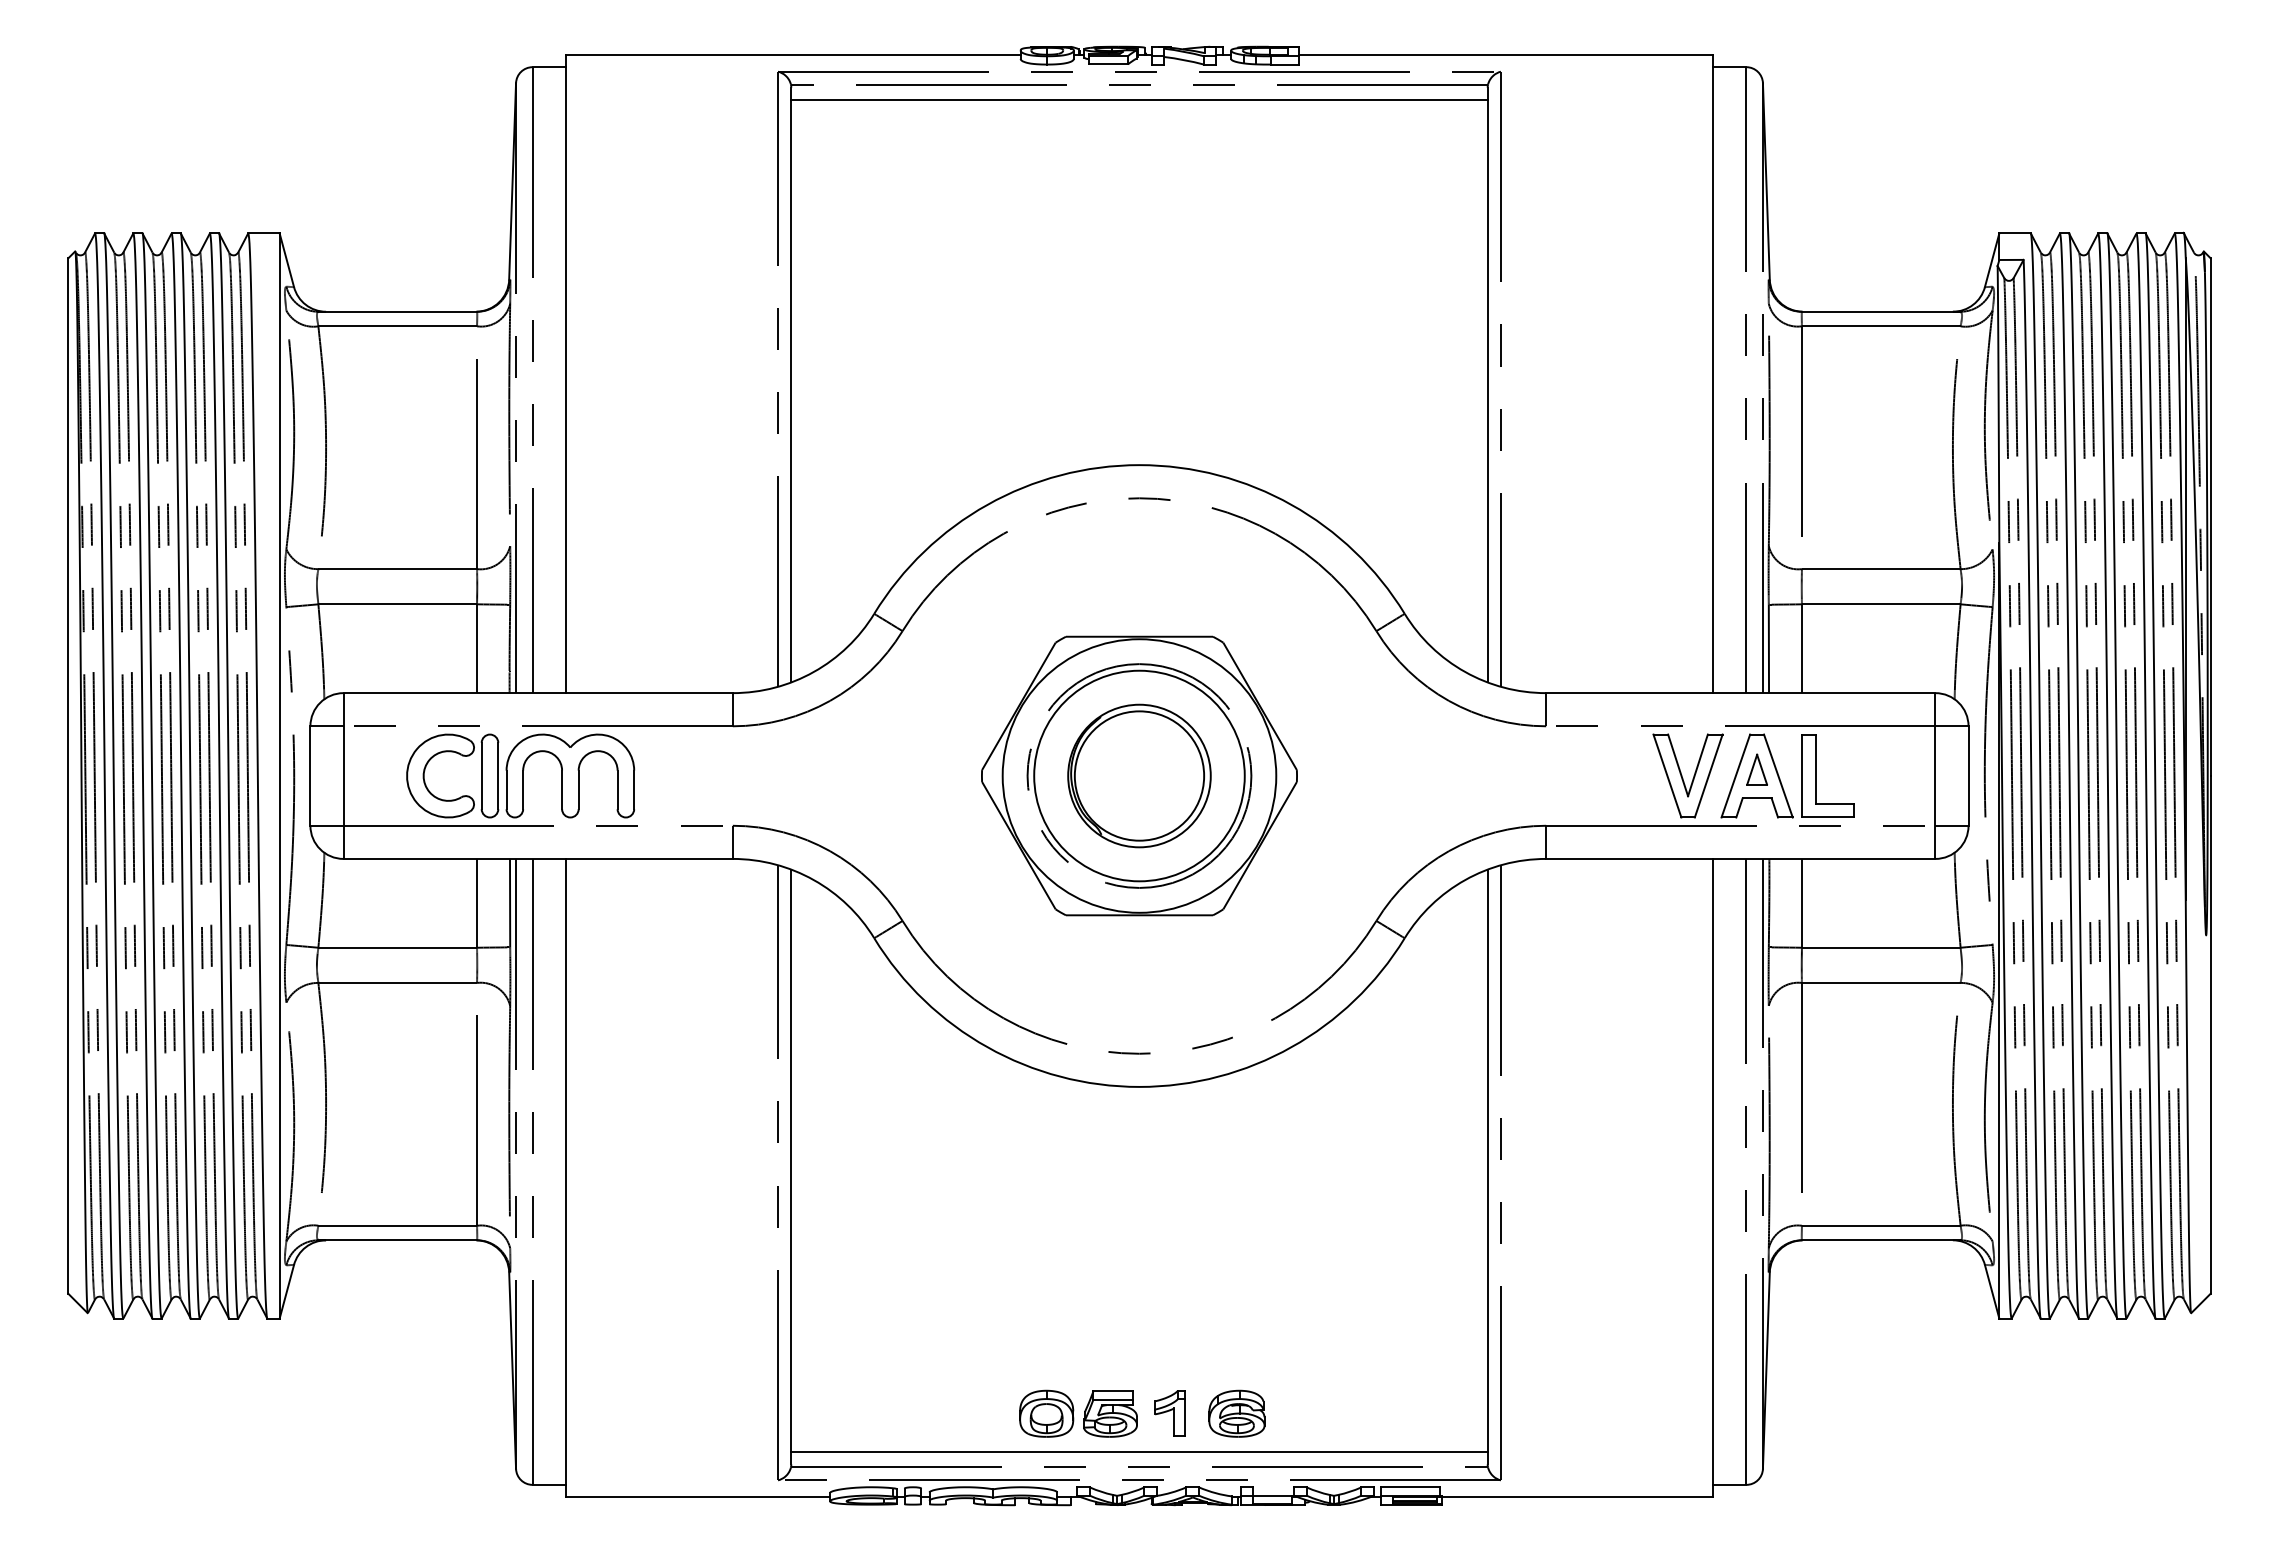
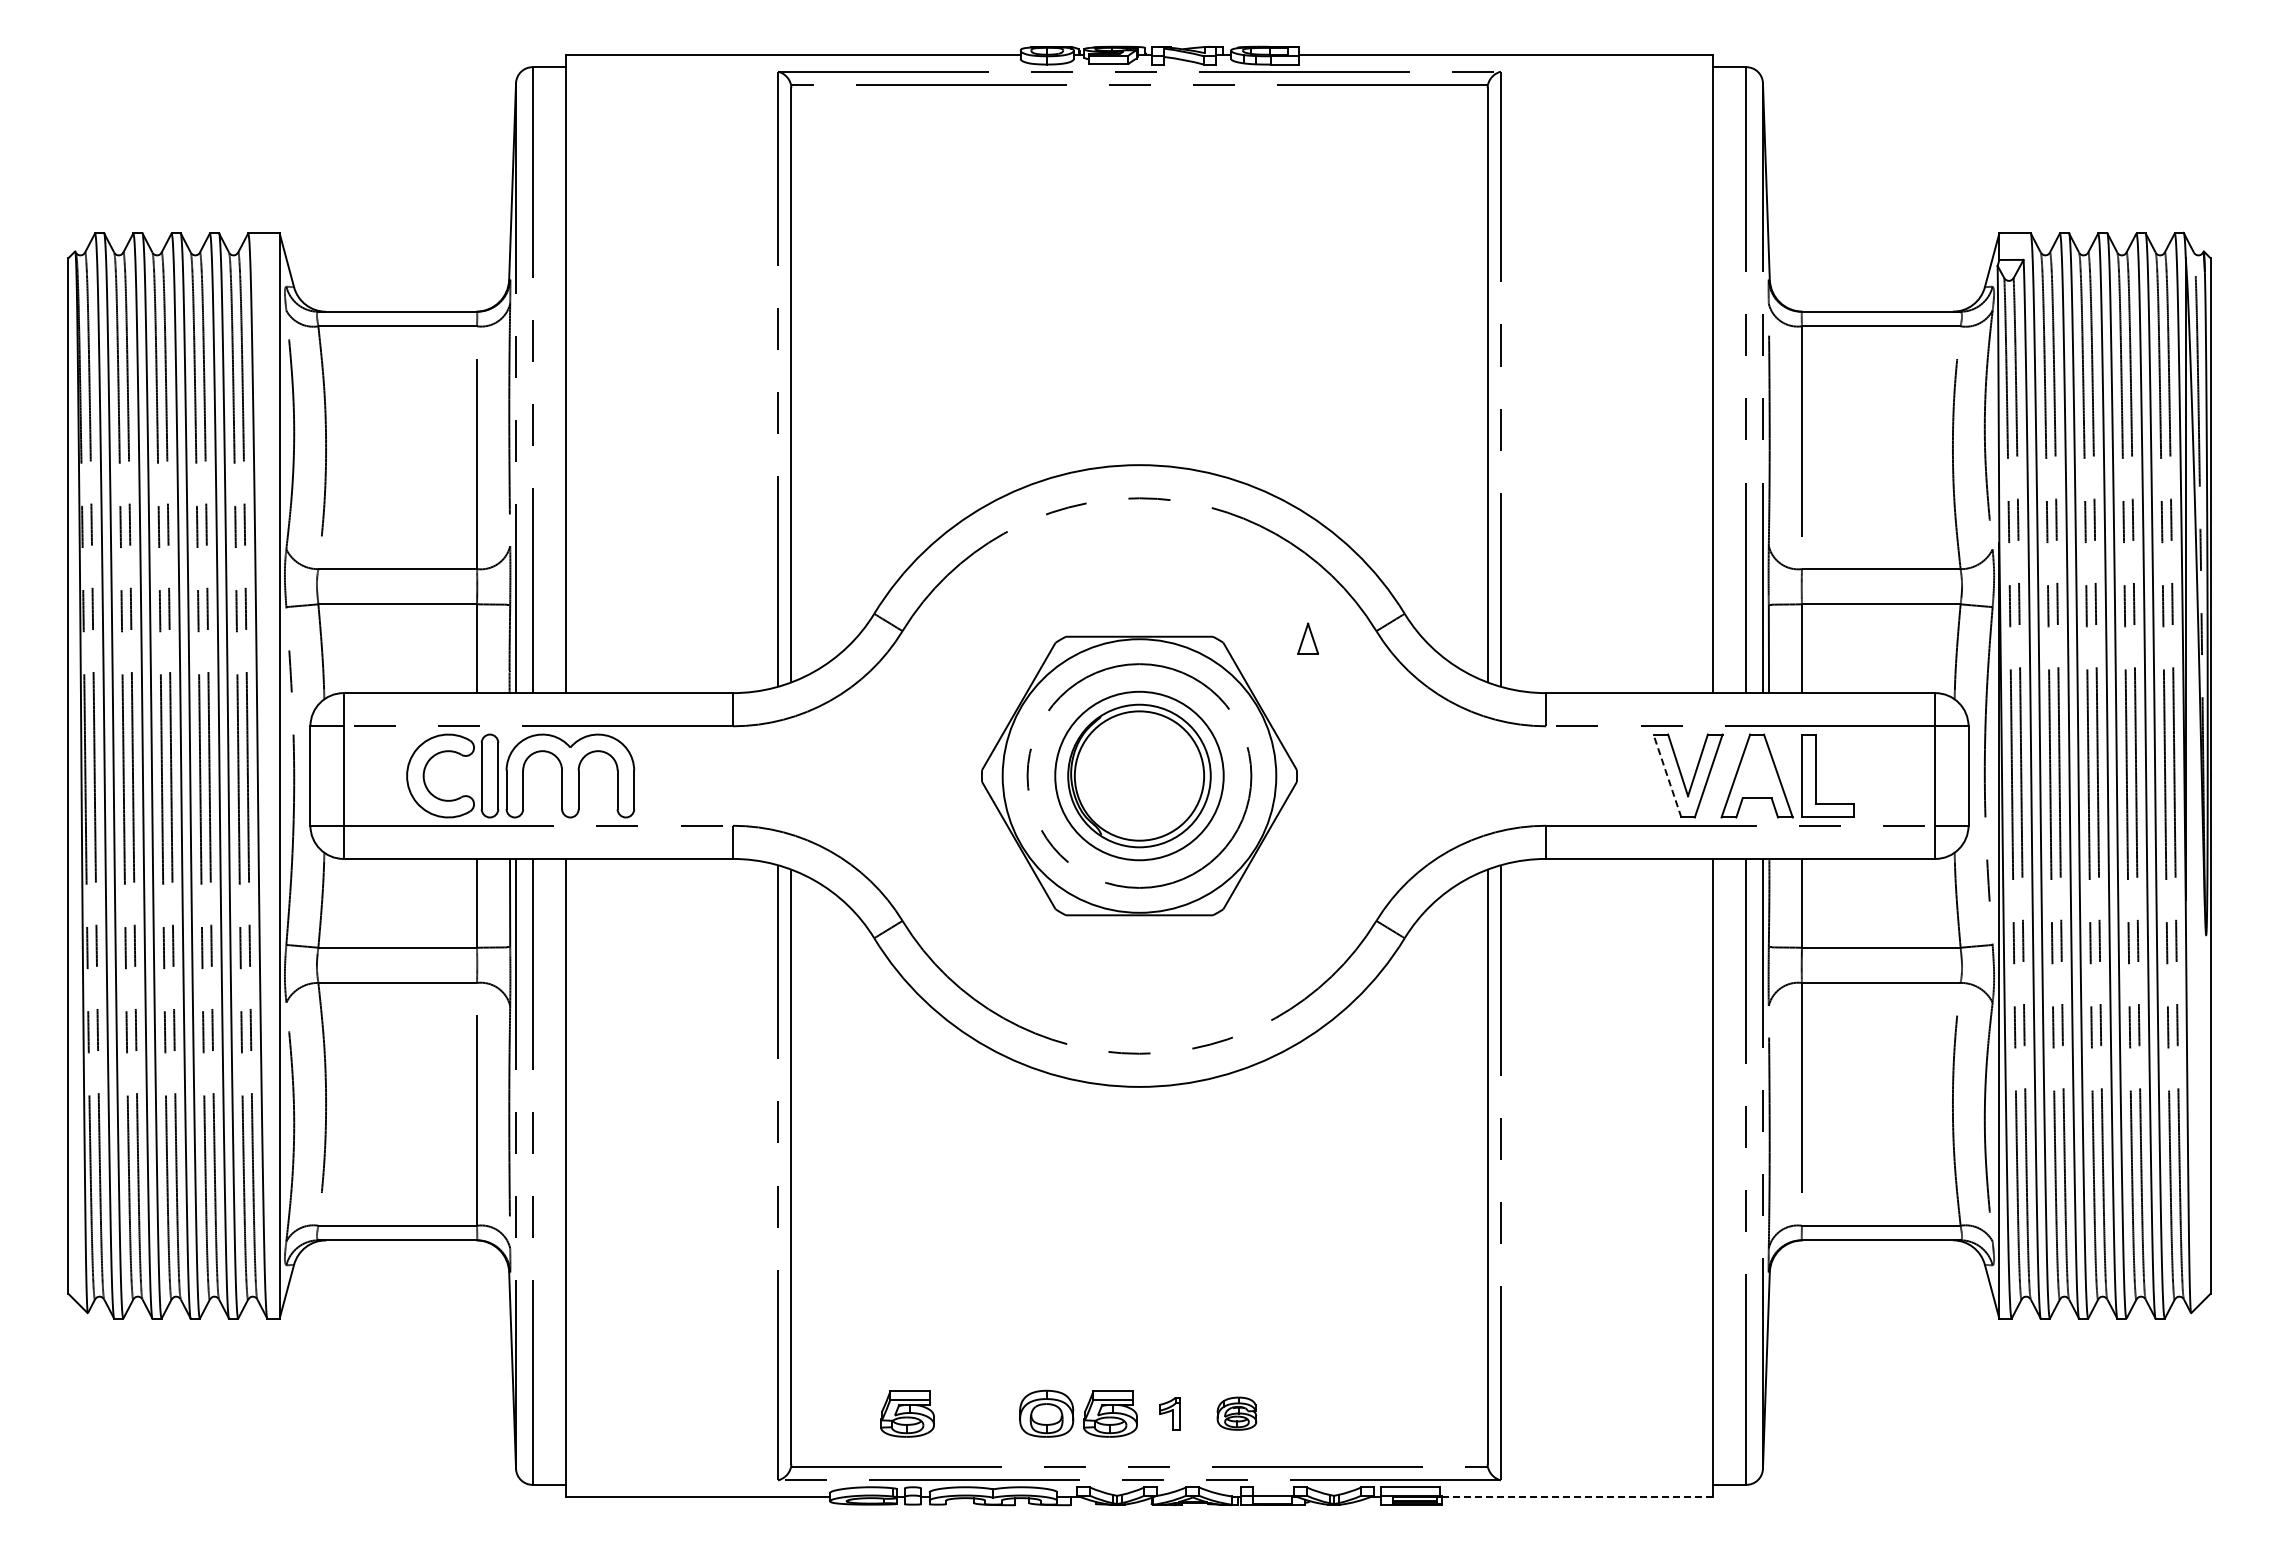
line at (1139, 99): present -> none
part at (1756, 769) position: (1756, 769) -> (1307, 638)
circle at (1139, 775) diameter: 211 px -> 168 px
line at (1667, 776): solid -> dashed
part at (907, 1413): none -> present
part at (1169, 1413) size: 32x47 px -> 22x34 px
part at (1236, 1413) size: 58x49 px -> 42x35 px
line at (1139, 1452): present -> none
line at (1577, 1497): solid -> dashed
